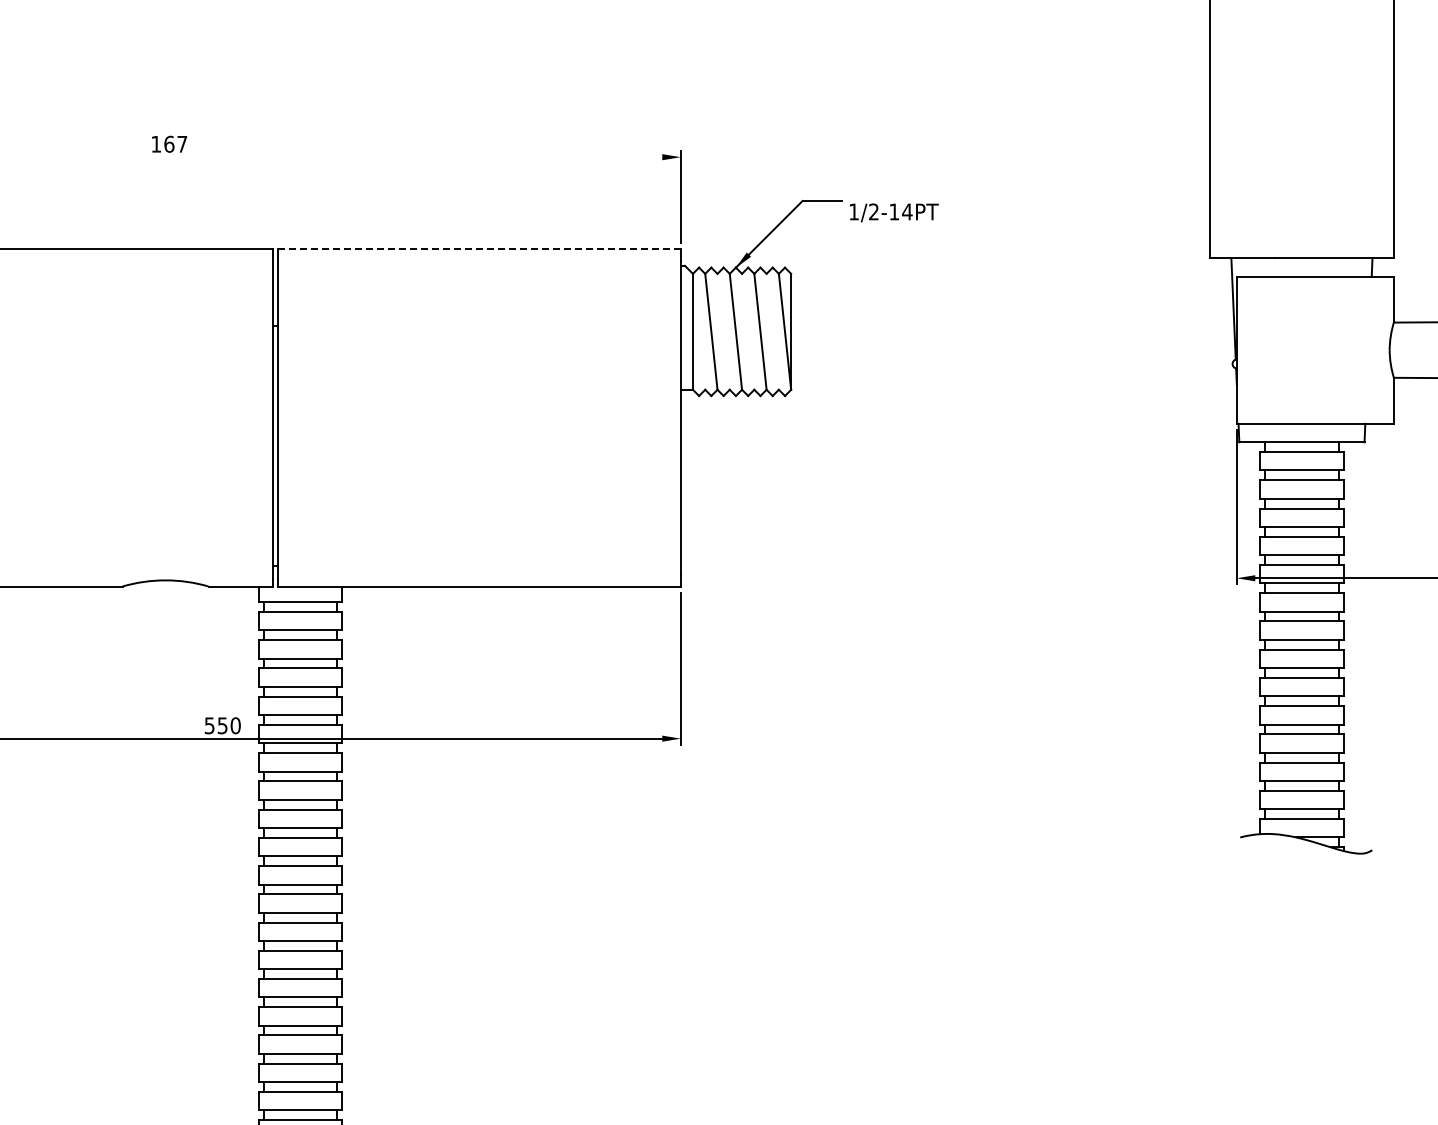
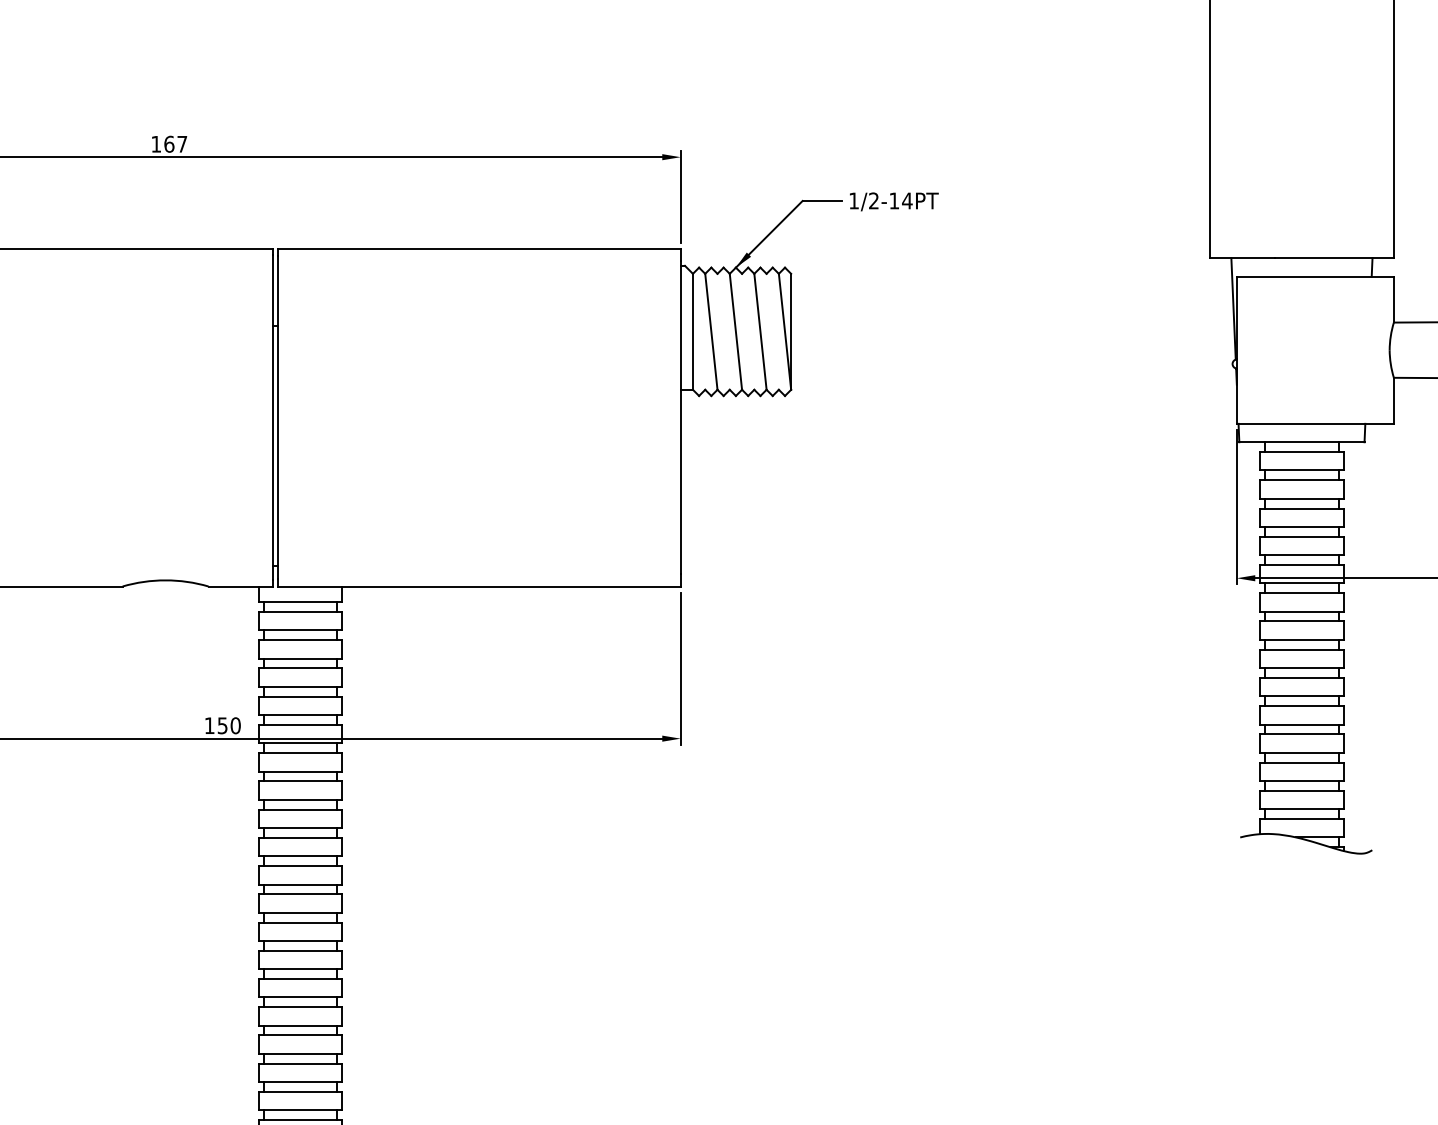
line at (332, 157): none -> present
text at (894, 212) position: (894, 212) -> (894, 201)
line at (479, 248): dashed -> solid
text at (209, 725): 550 -> 150
